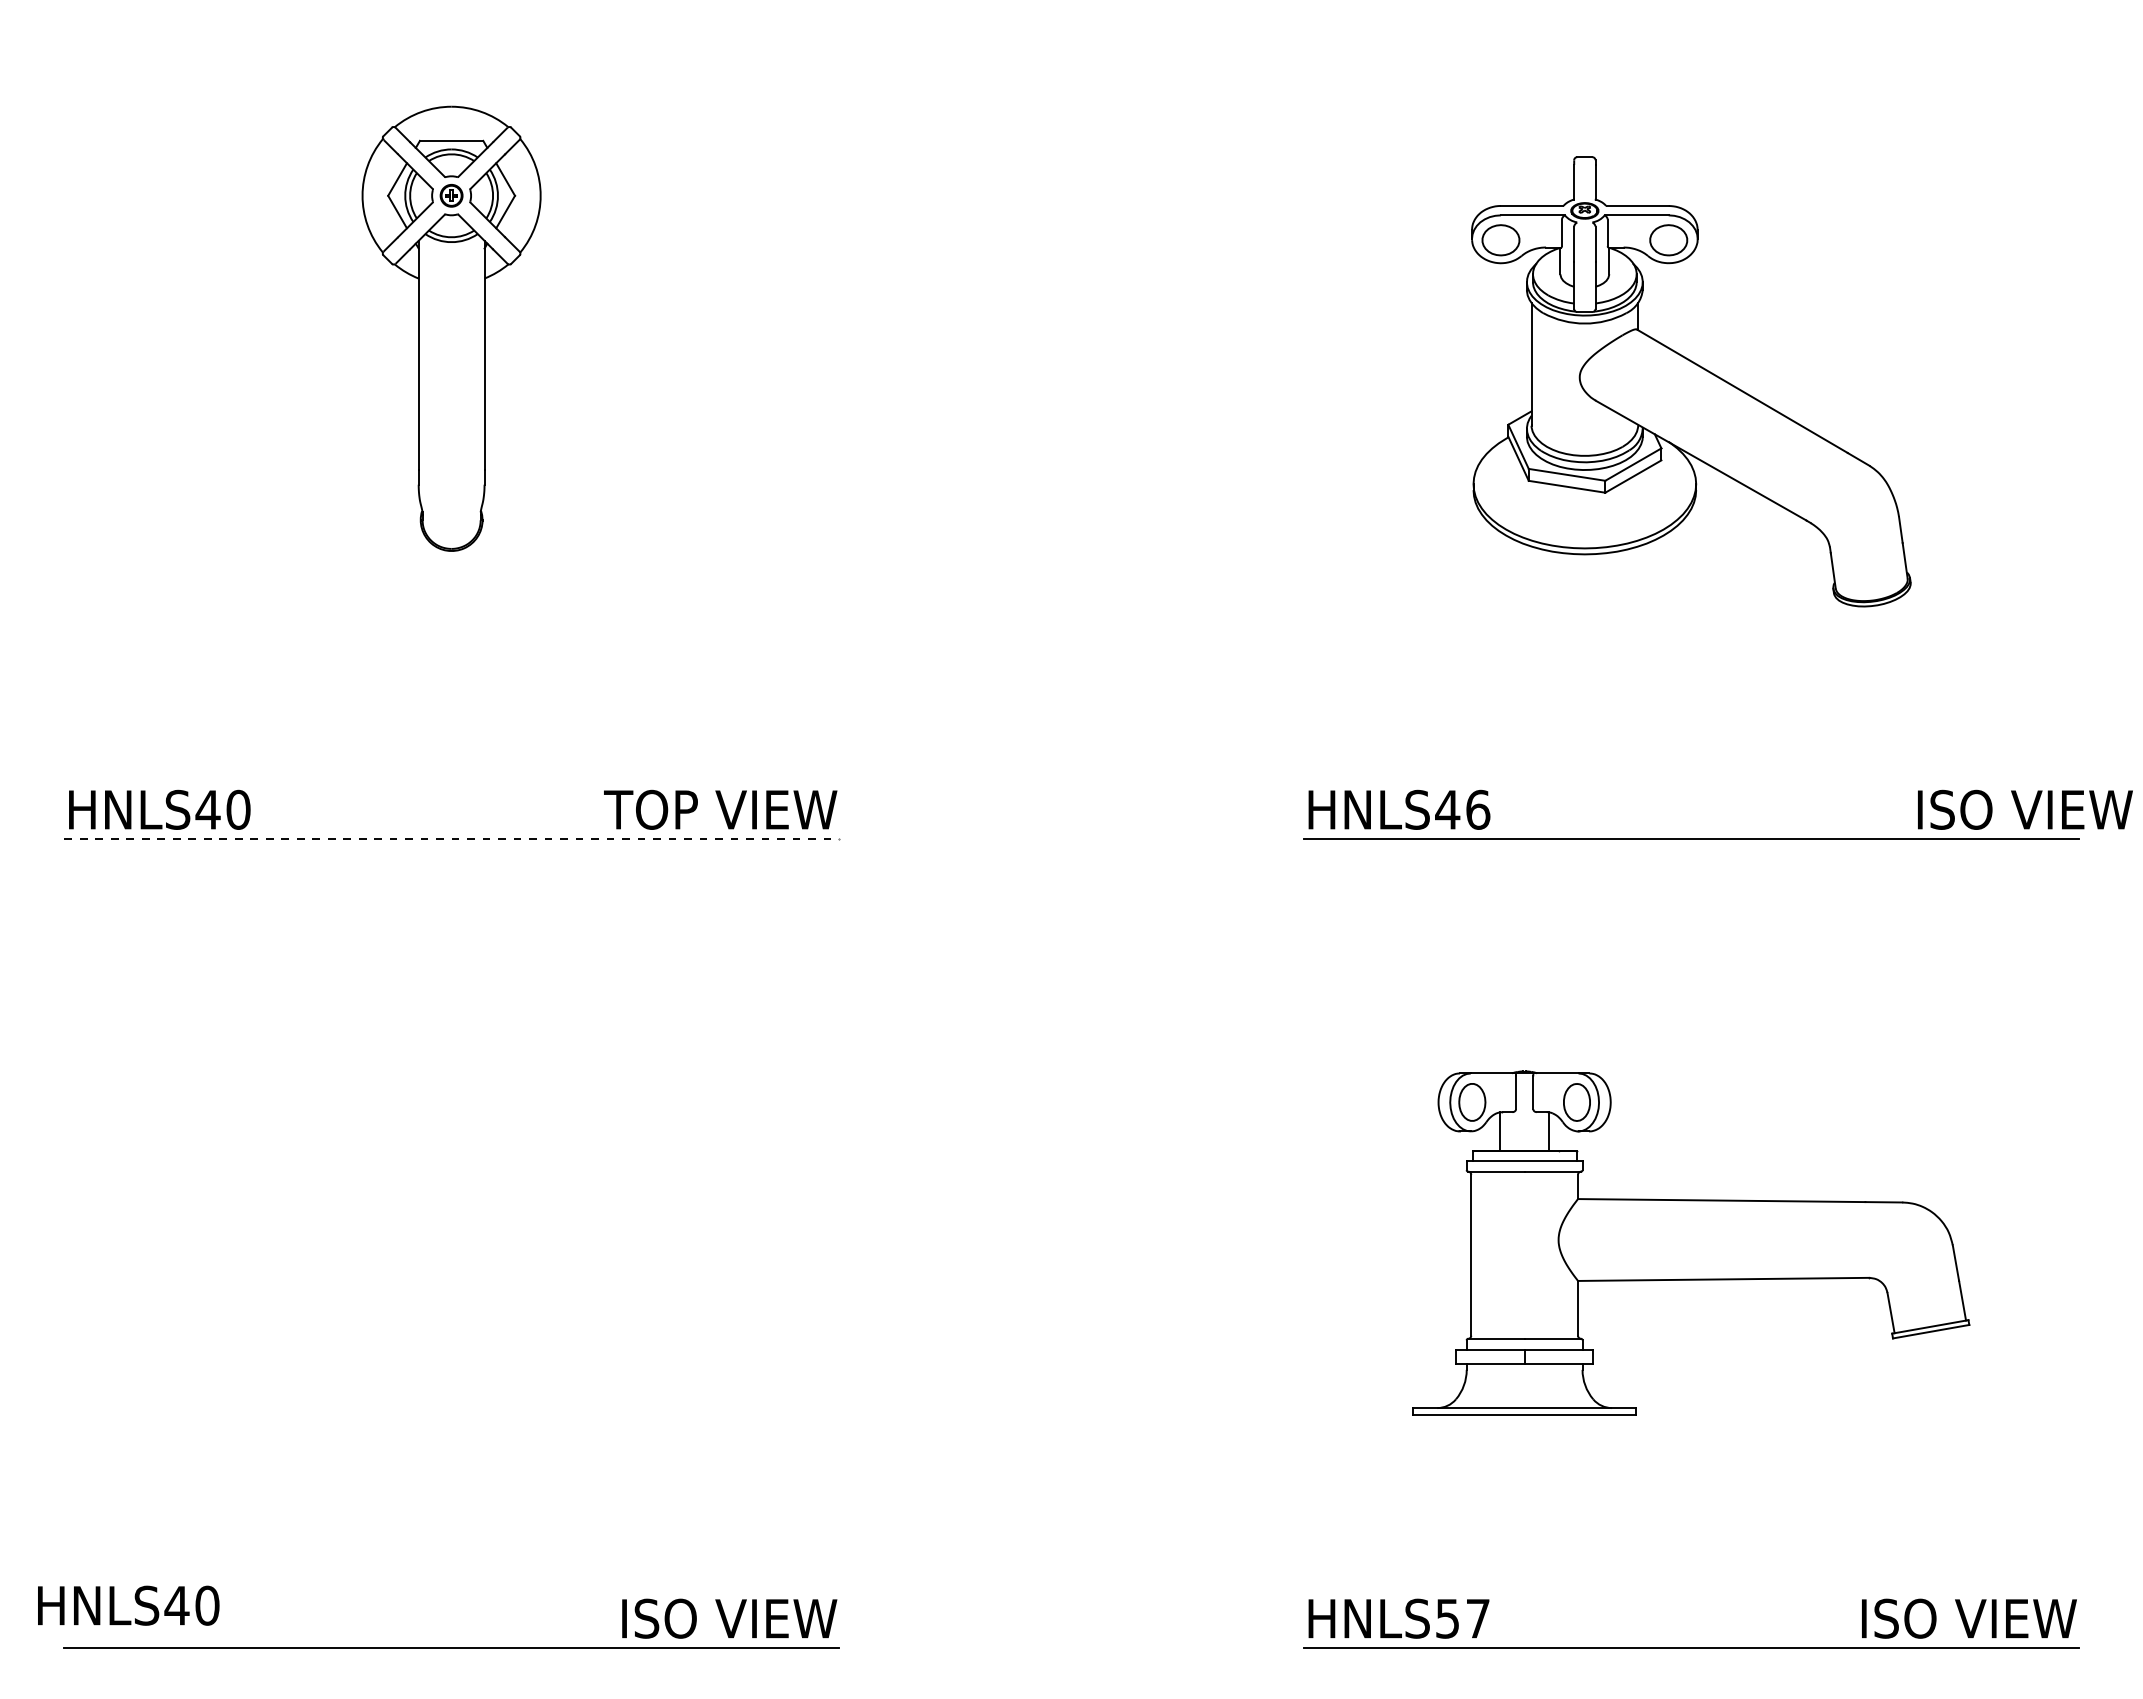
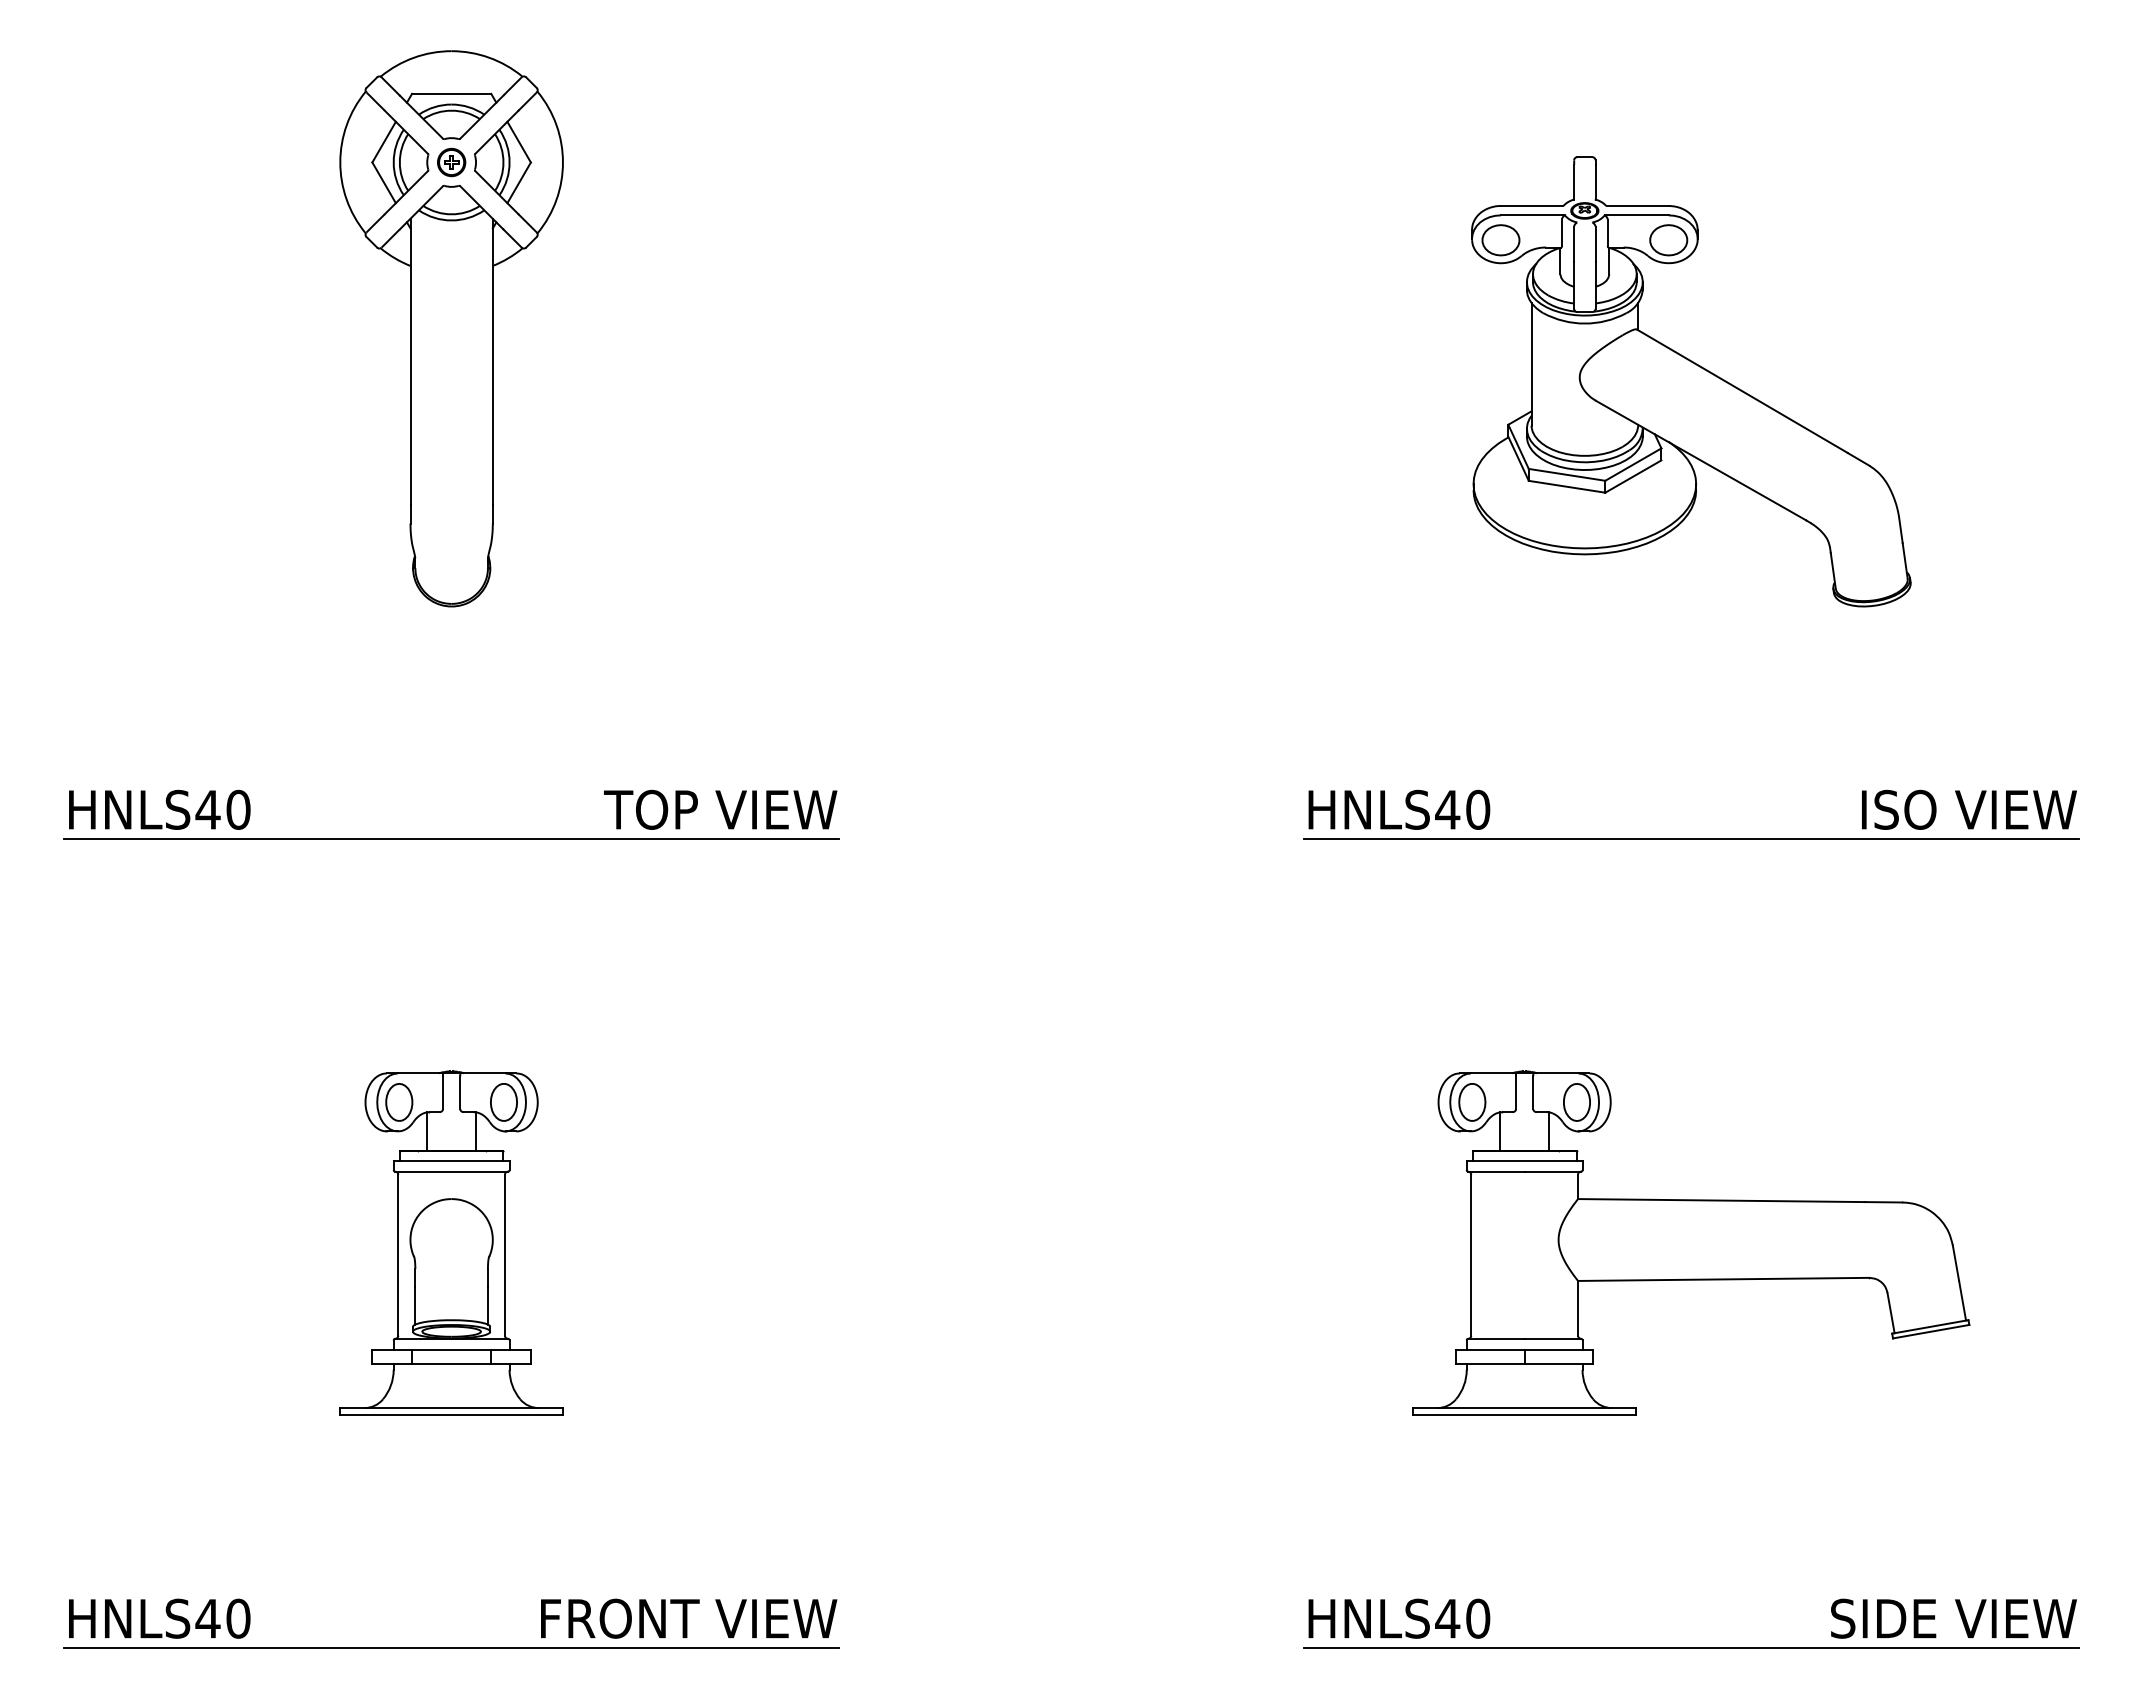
part at (451, 328) size: 181x447 px -> 225x558 px
text at (1478, 809): HNLS46 -> HNLS40
text at (2025, 809) position: (2025, 809) -> (1969, 809)
line at (452, 838): dashed -> solid
part at (451, 1242): none -> present
text at (128, 1605) position: (128, 1605) -> (159, 1618)
text at (620, 1618): ISO VIEW -> FRONT VIEW
text at (1462, 1618): HNLS57 -> HNLS40
text at (1883, 1618): ISO VIEW -> SIDE VIEW
